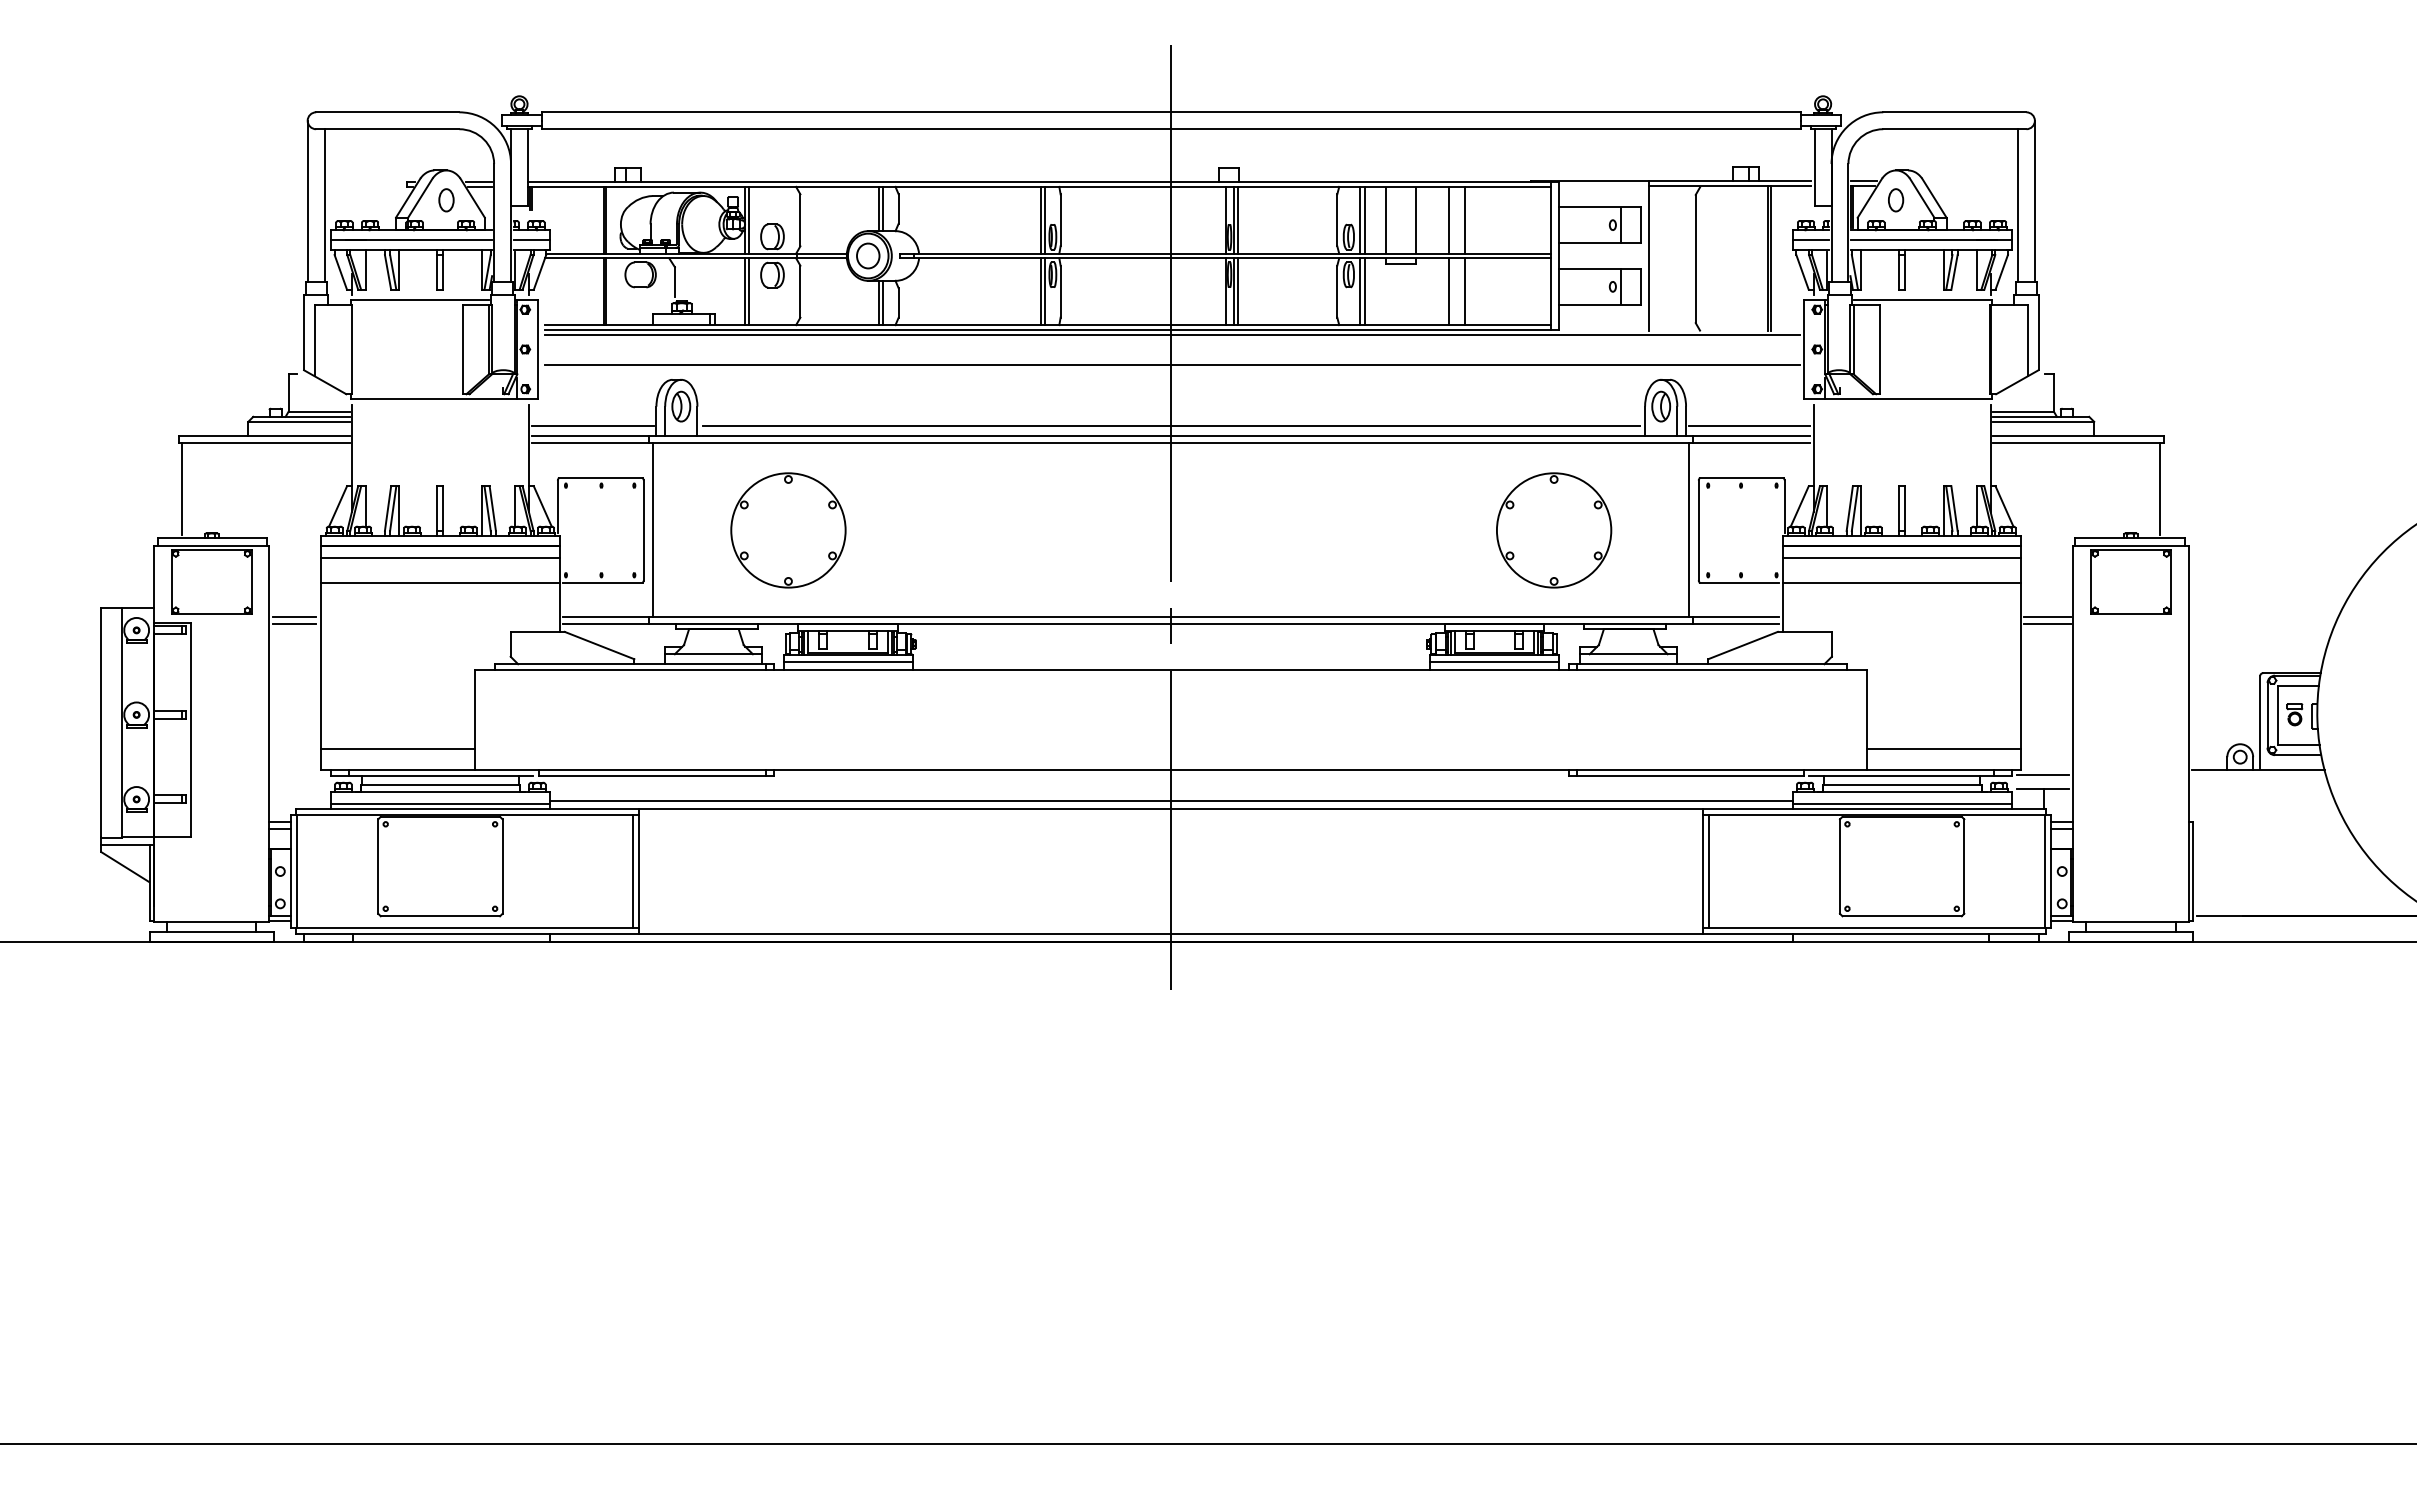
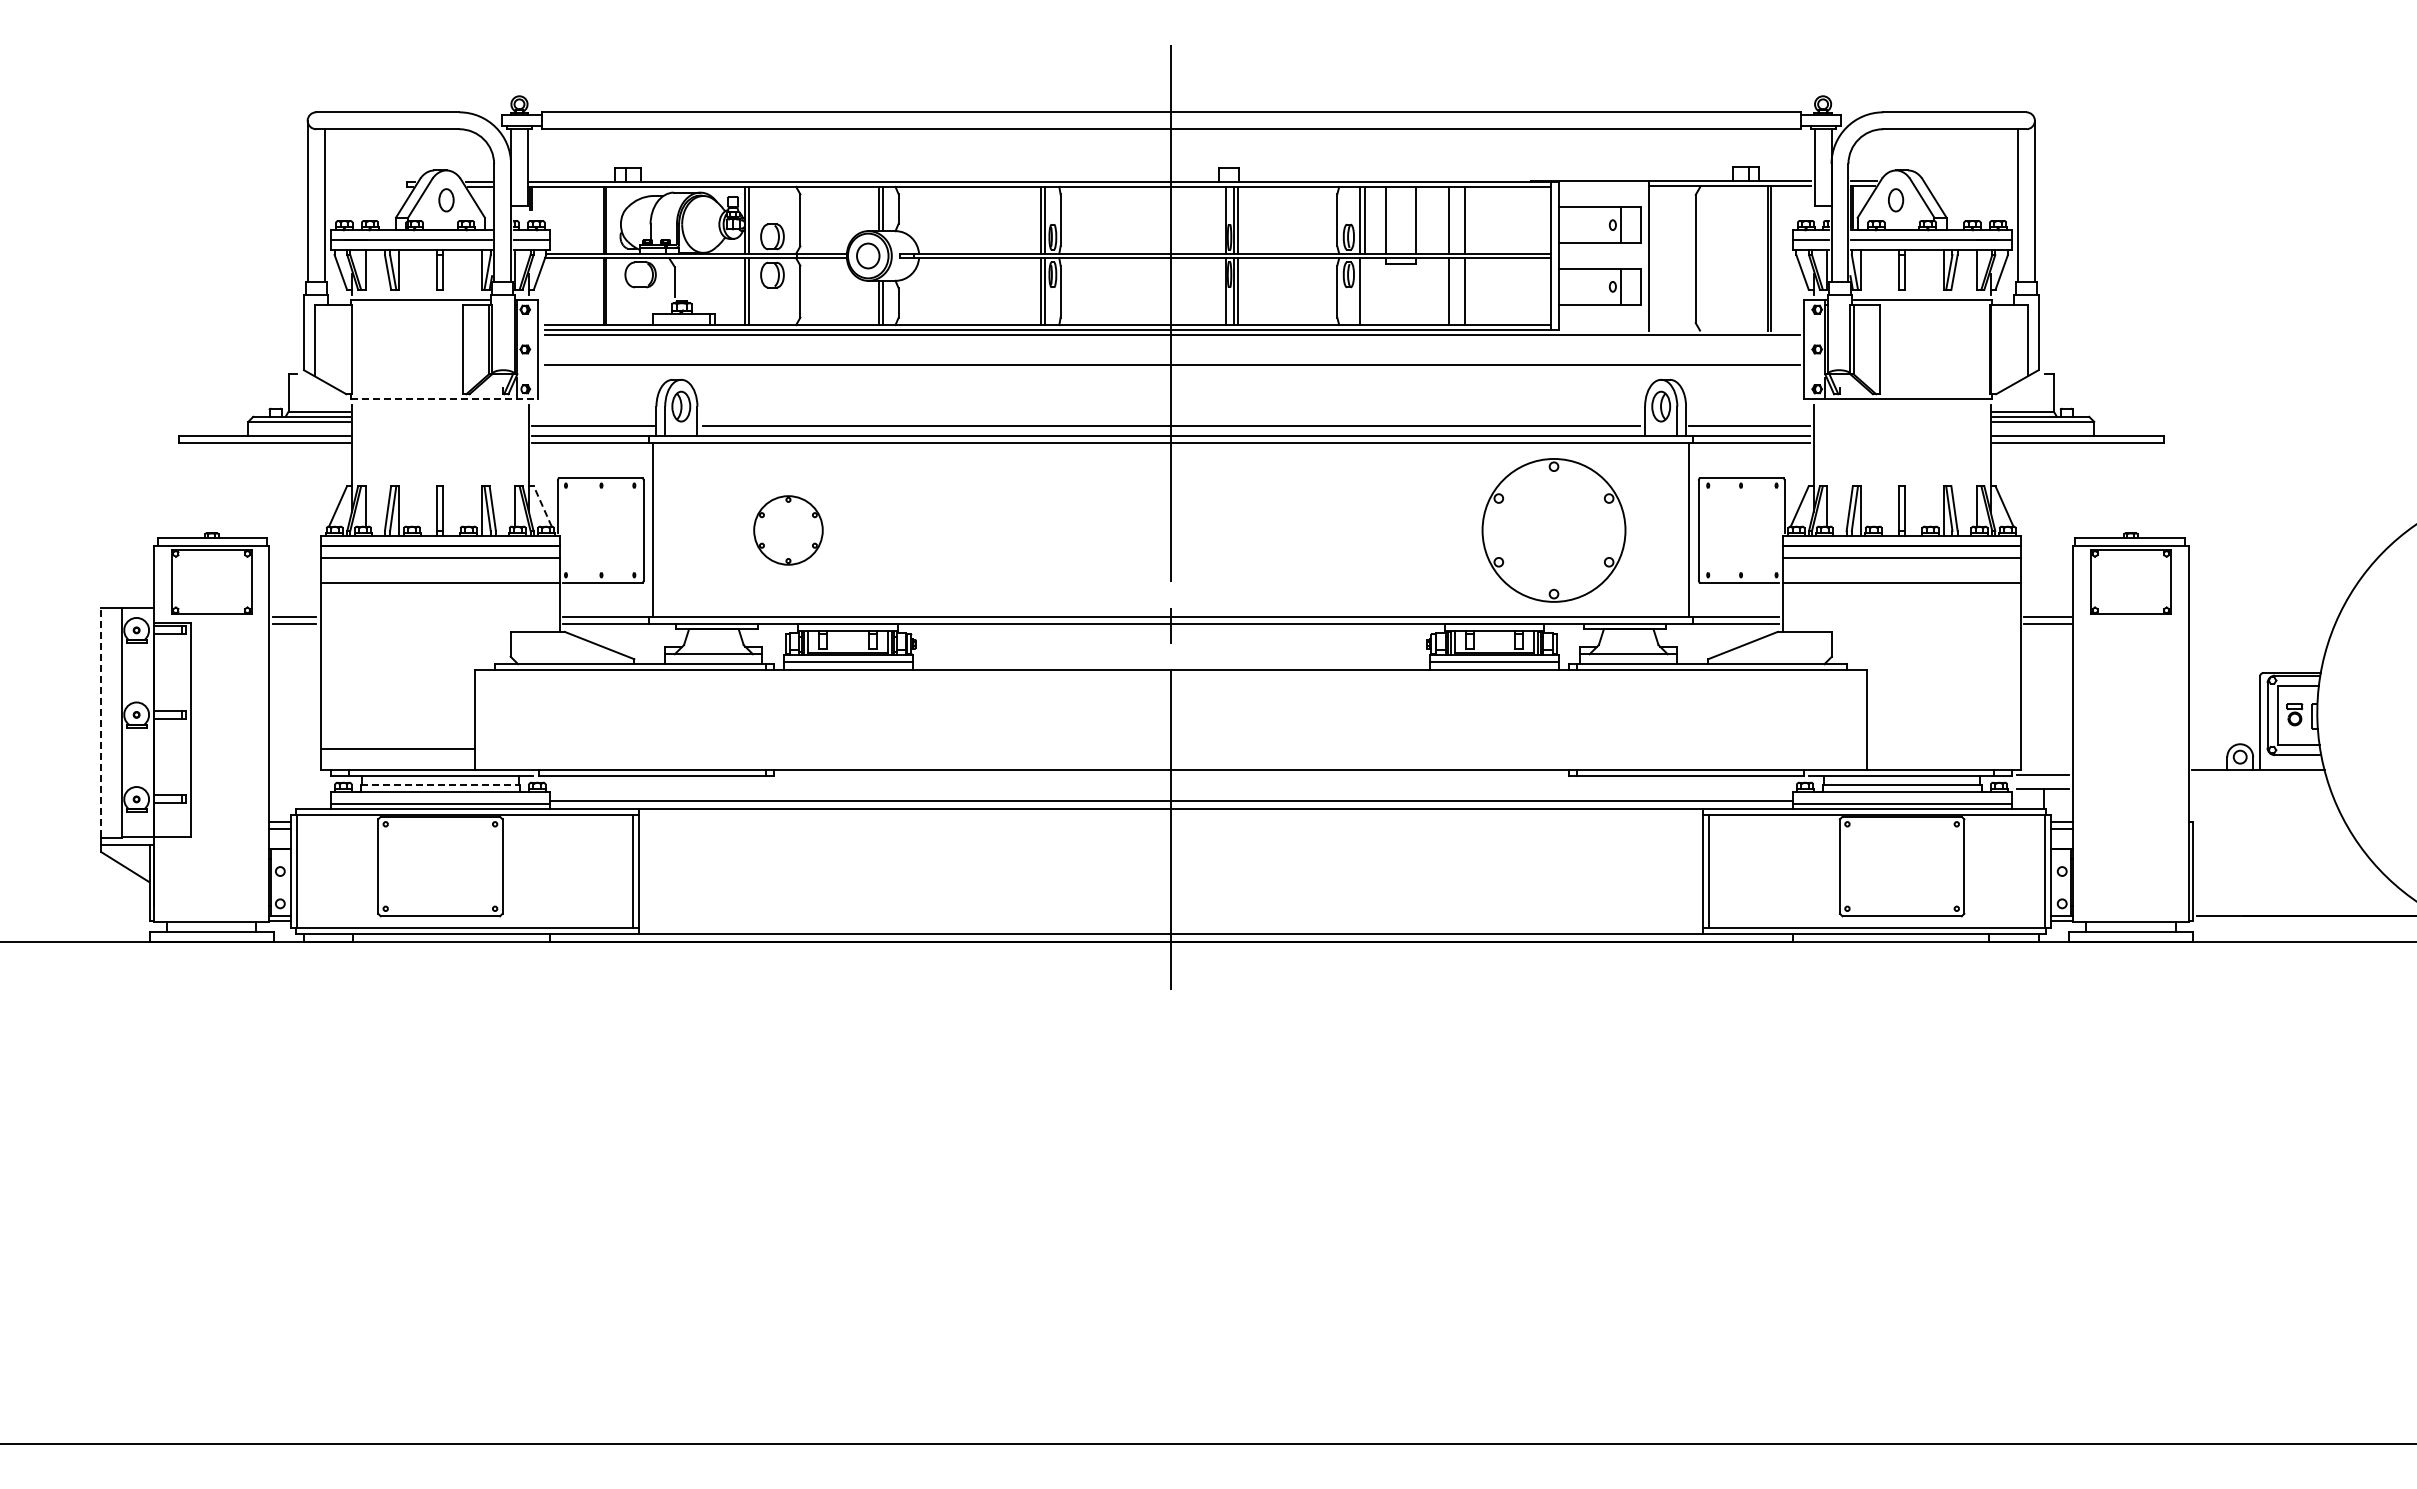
line at (1364, 291): present -> none
line at (444, 399): solid -> dashed
line at (182, 489): present -> none
line at (2160, 489): present -> none
line at (542, 506): solid -> dashed
part at (788, 530) size: 117x117 px -> 71x71 px
part at (1554, 530) size: 117x117 px -> 146x145 px
line at (101, 721): solid -> dashed
line at (1944, 749): present -> none
line at (440, 784): solid -> dashed
